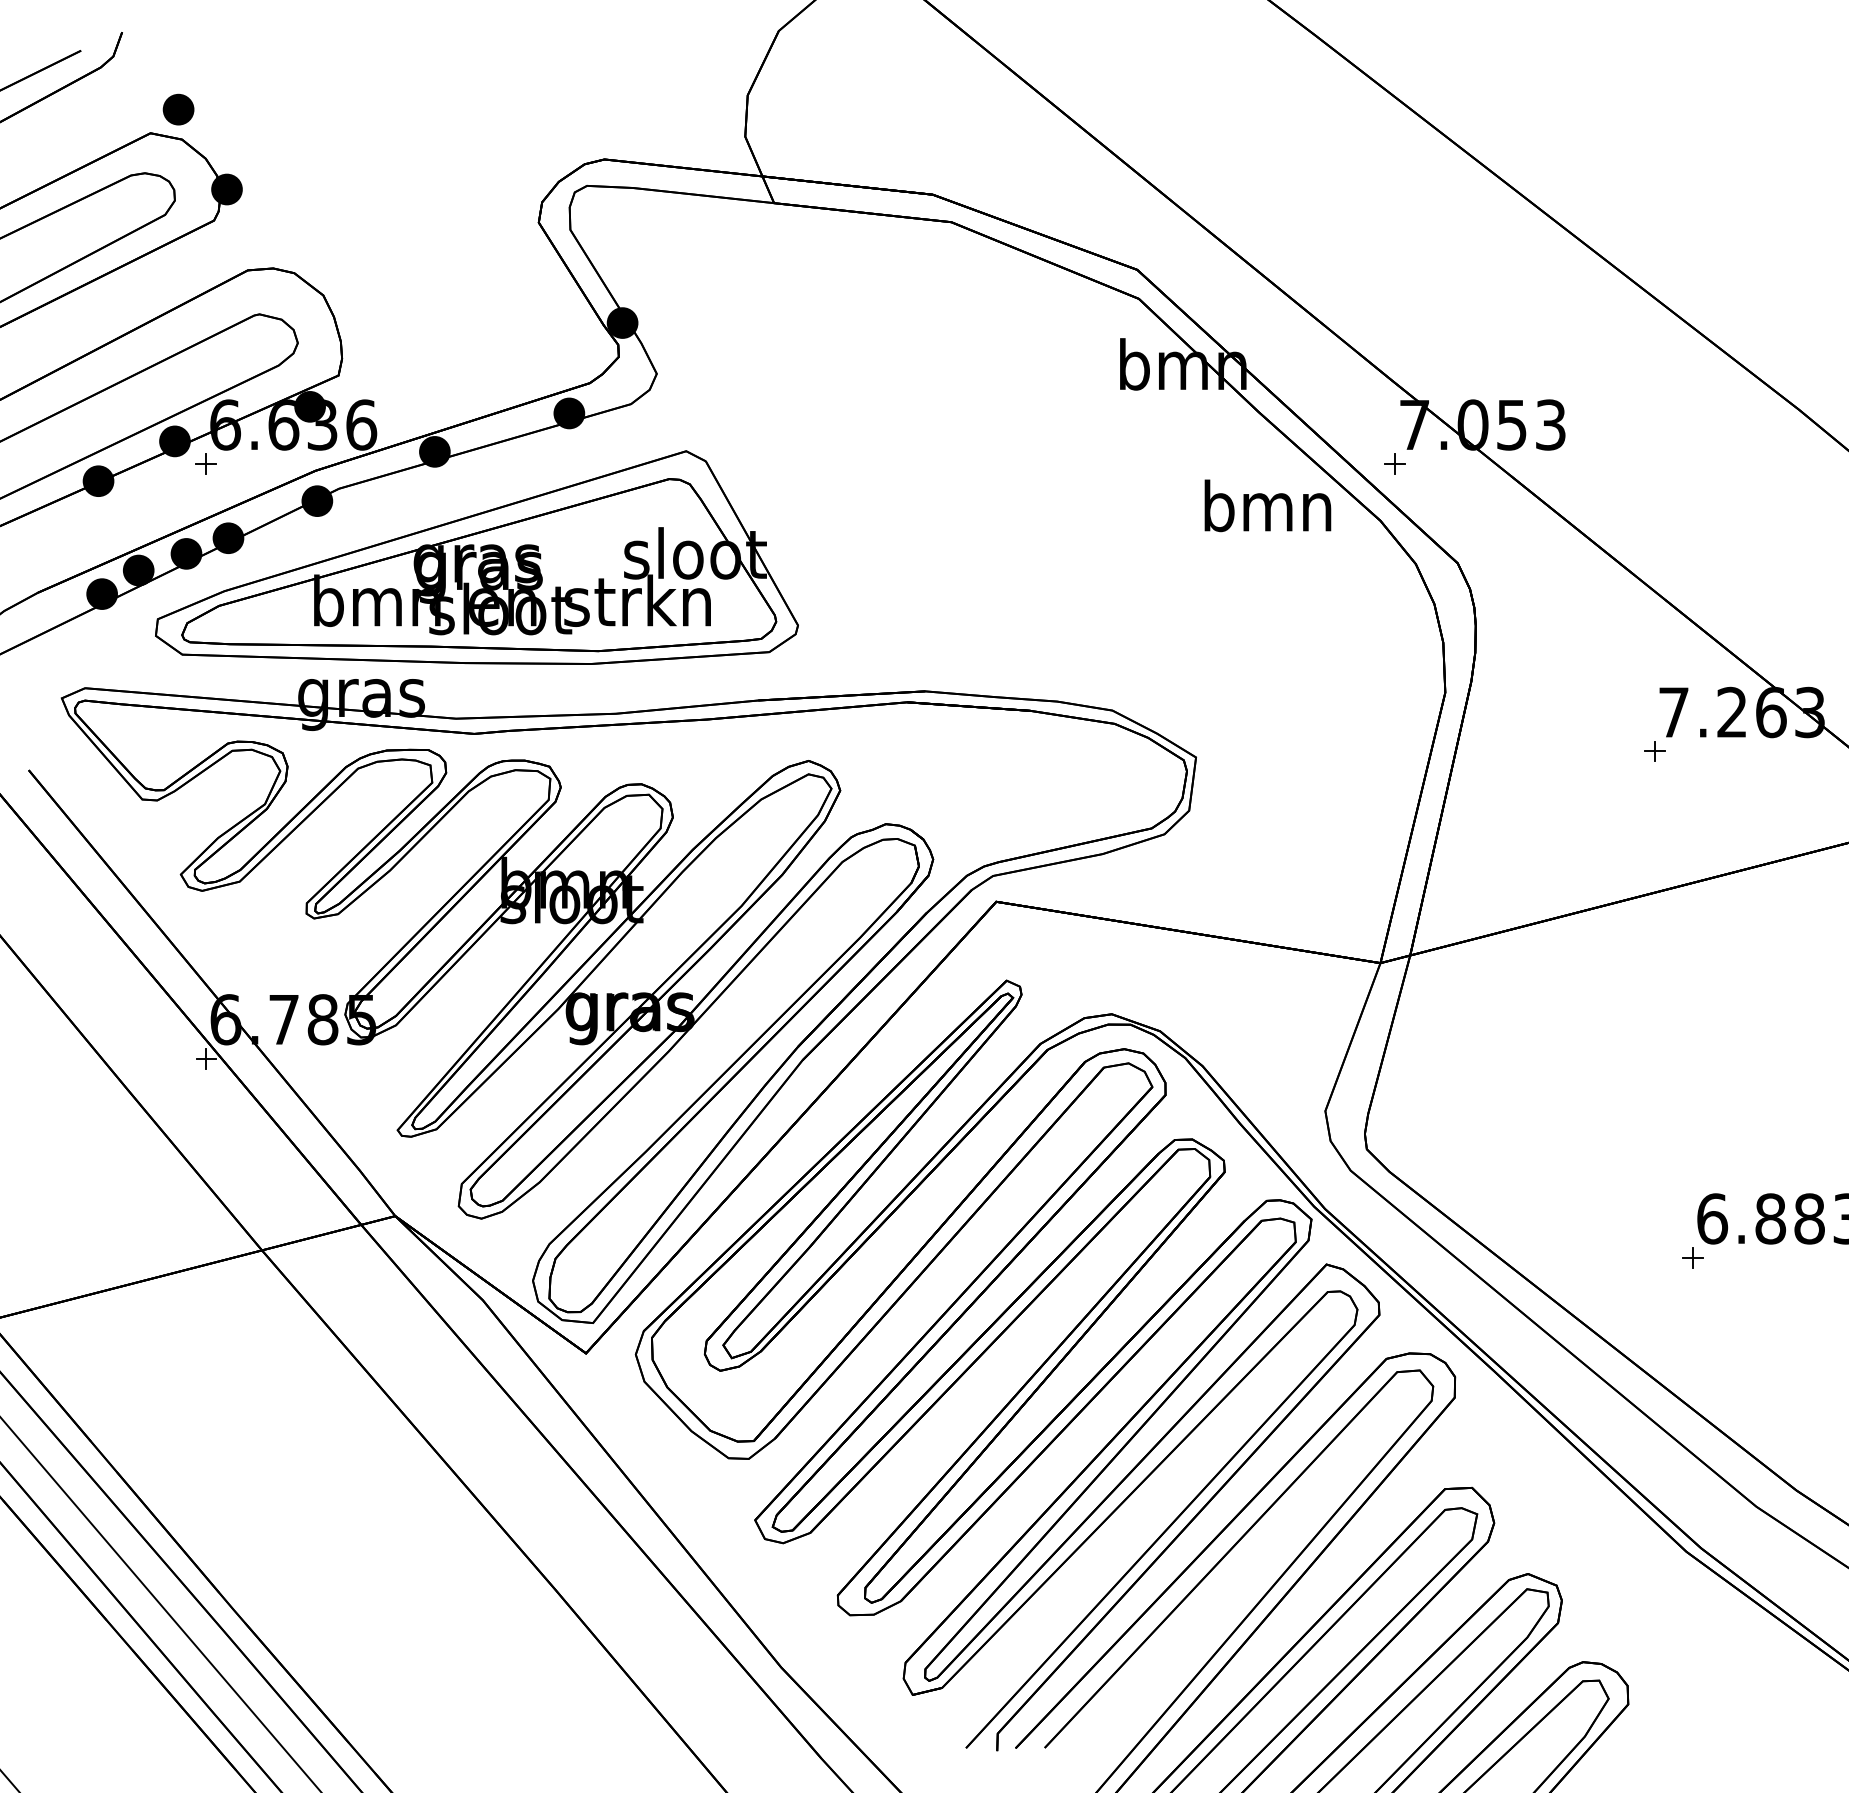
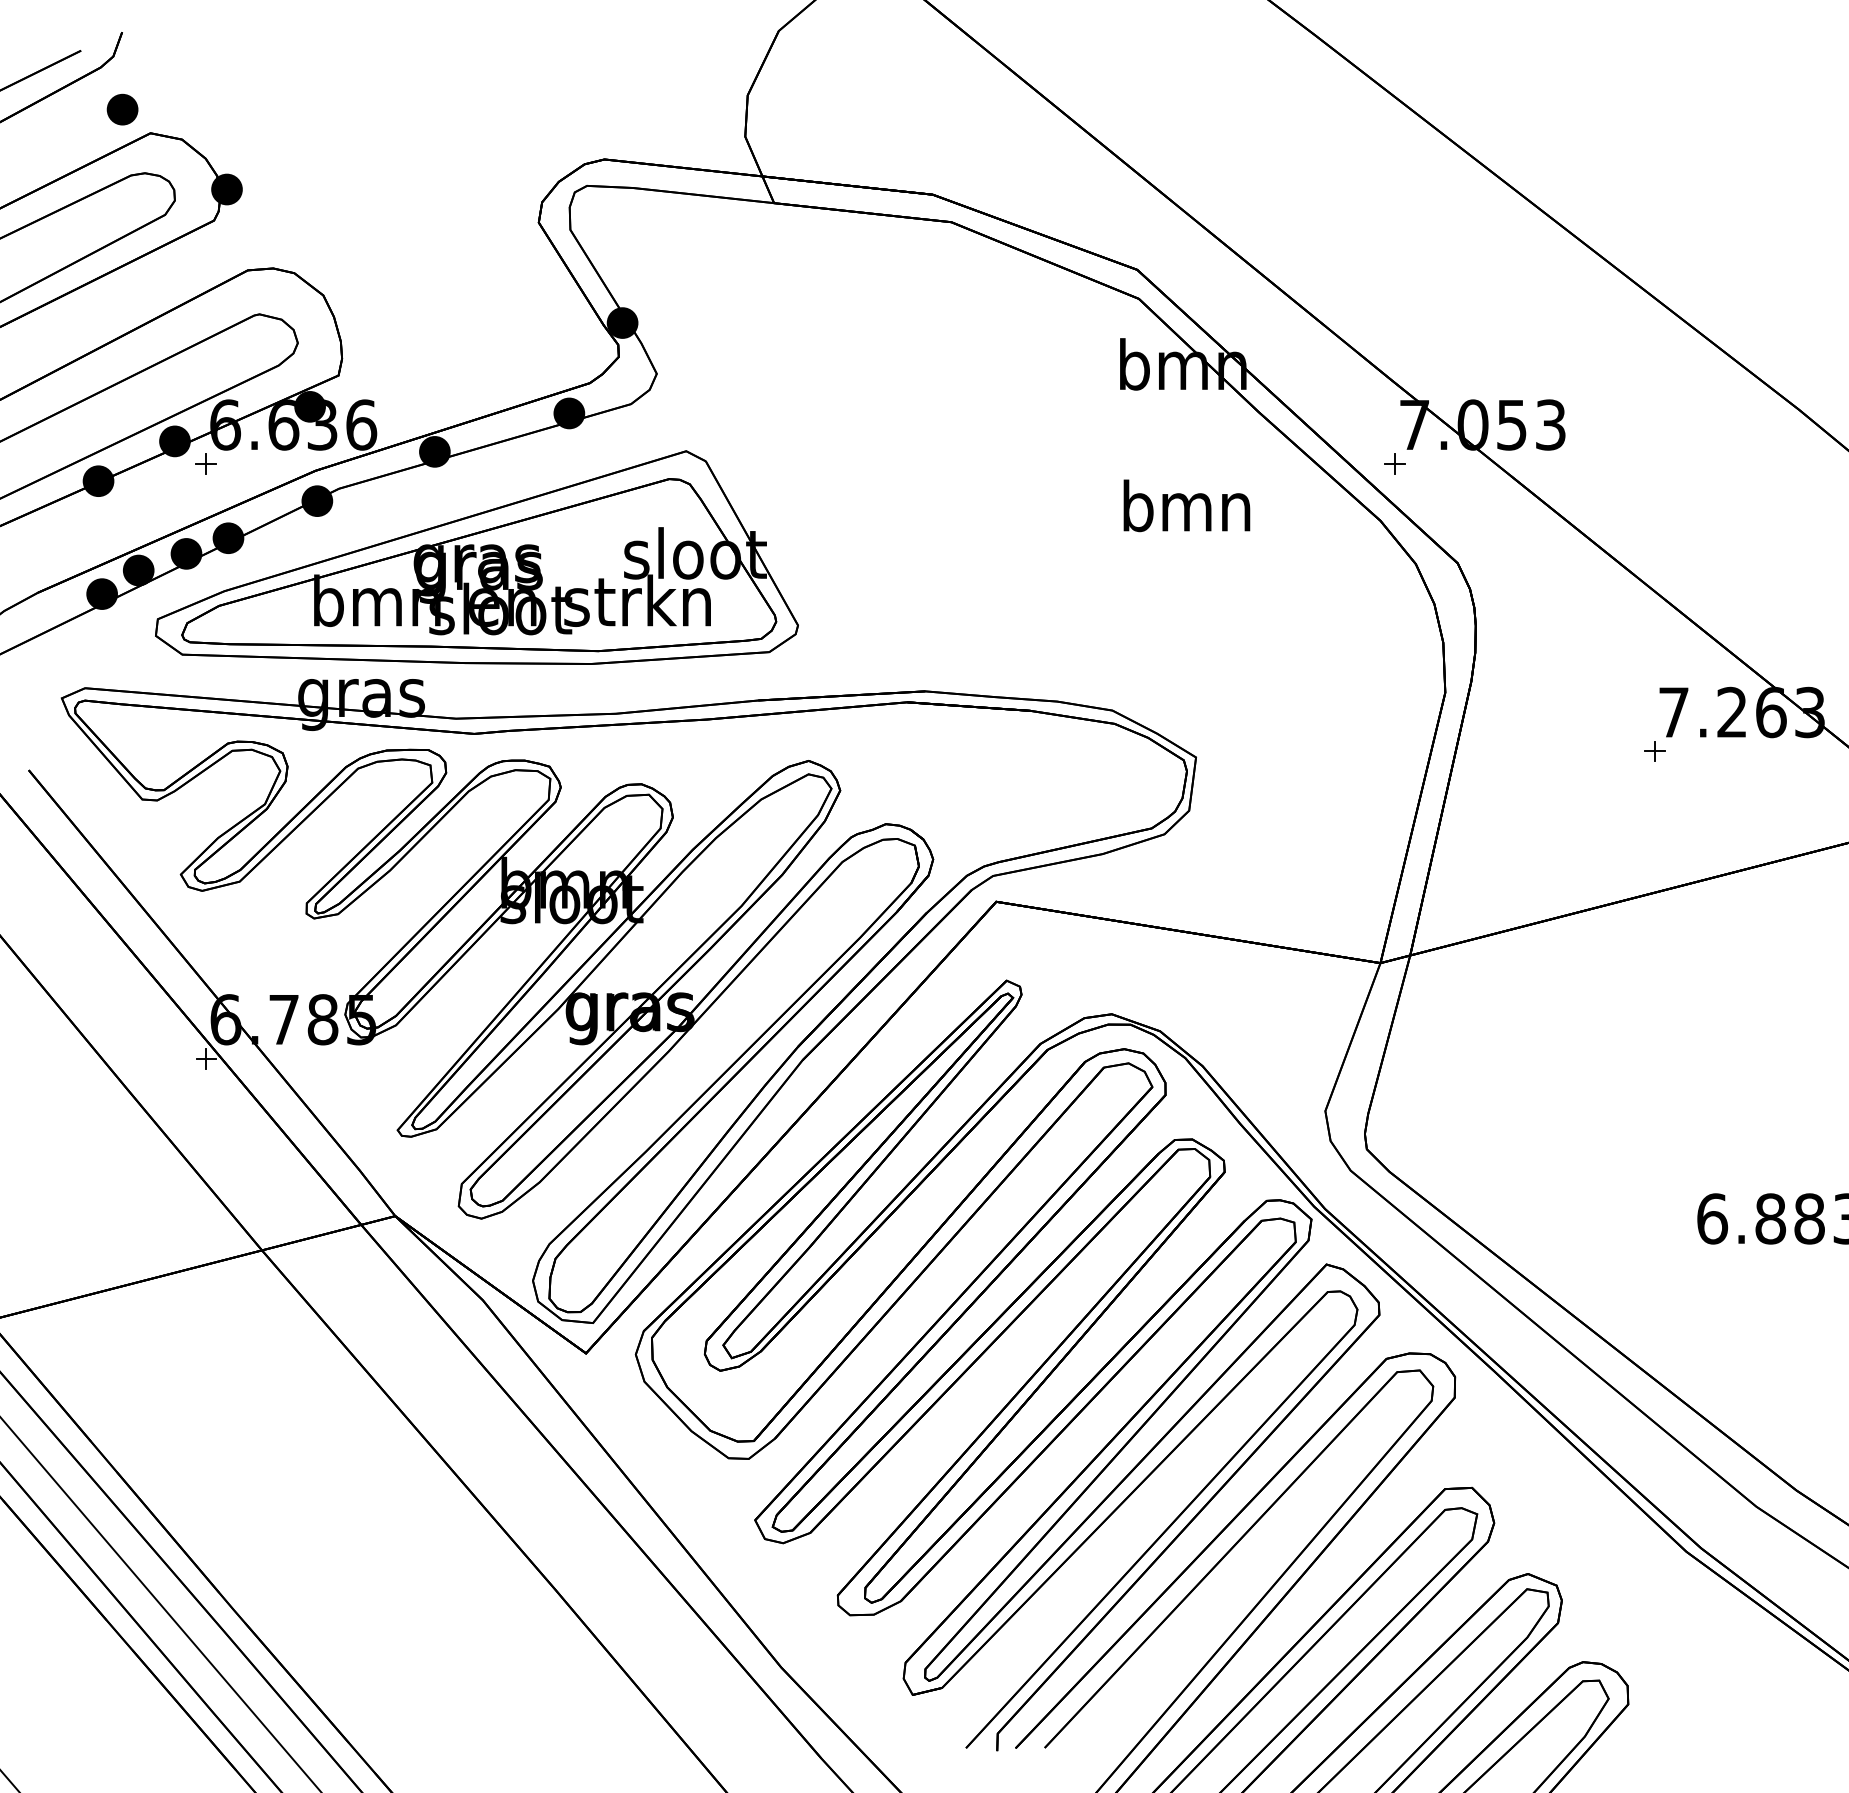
part at (178, 109) position: (178, 109) -> (122, 109)
text at (1267, 505) position: (1267, 505) -> (1186, 505)
part at (1692, 1257): present -> none
